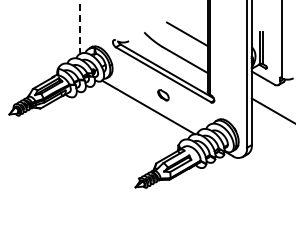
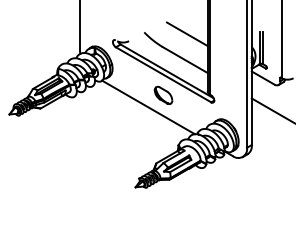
line at (80, 26): dashed -> solid
part at (163, 95) size: 13x13 px -> 21x20 px
